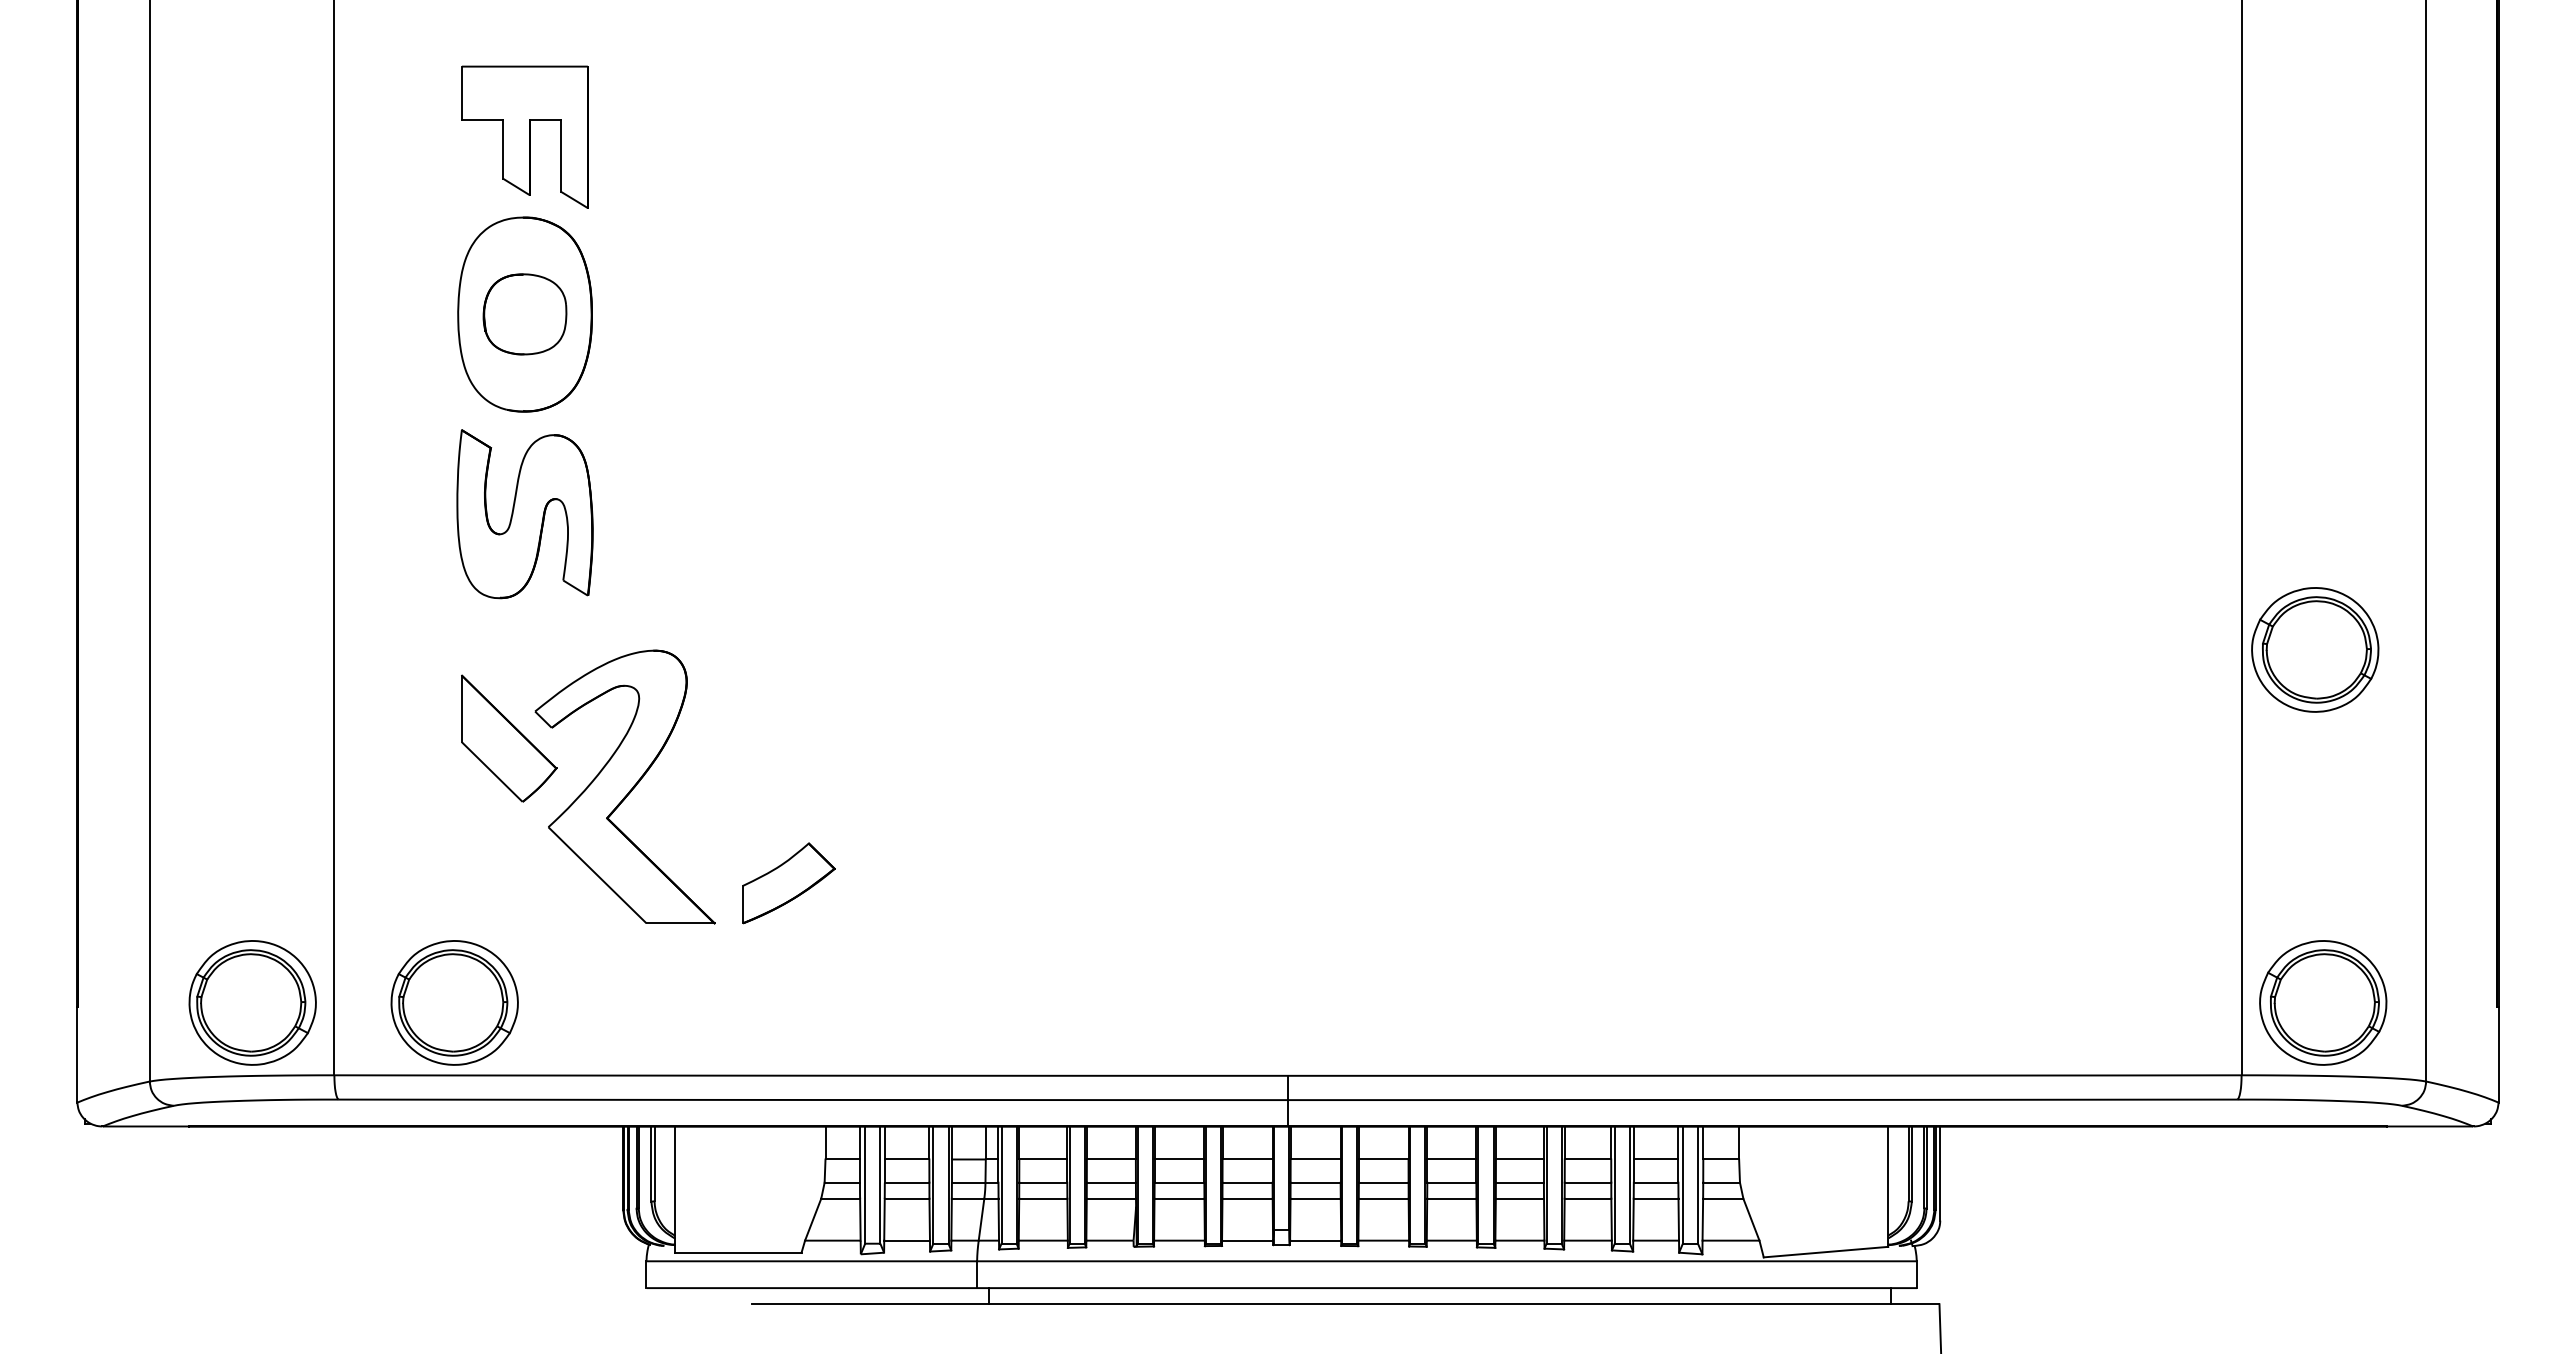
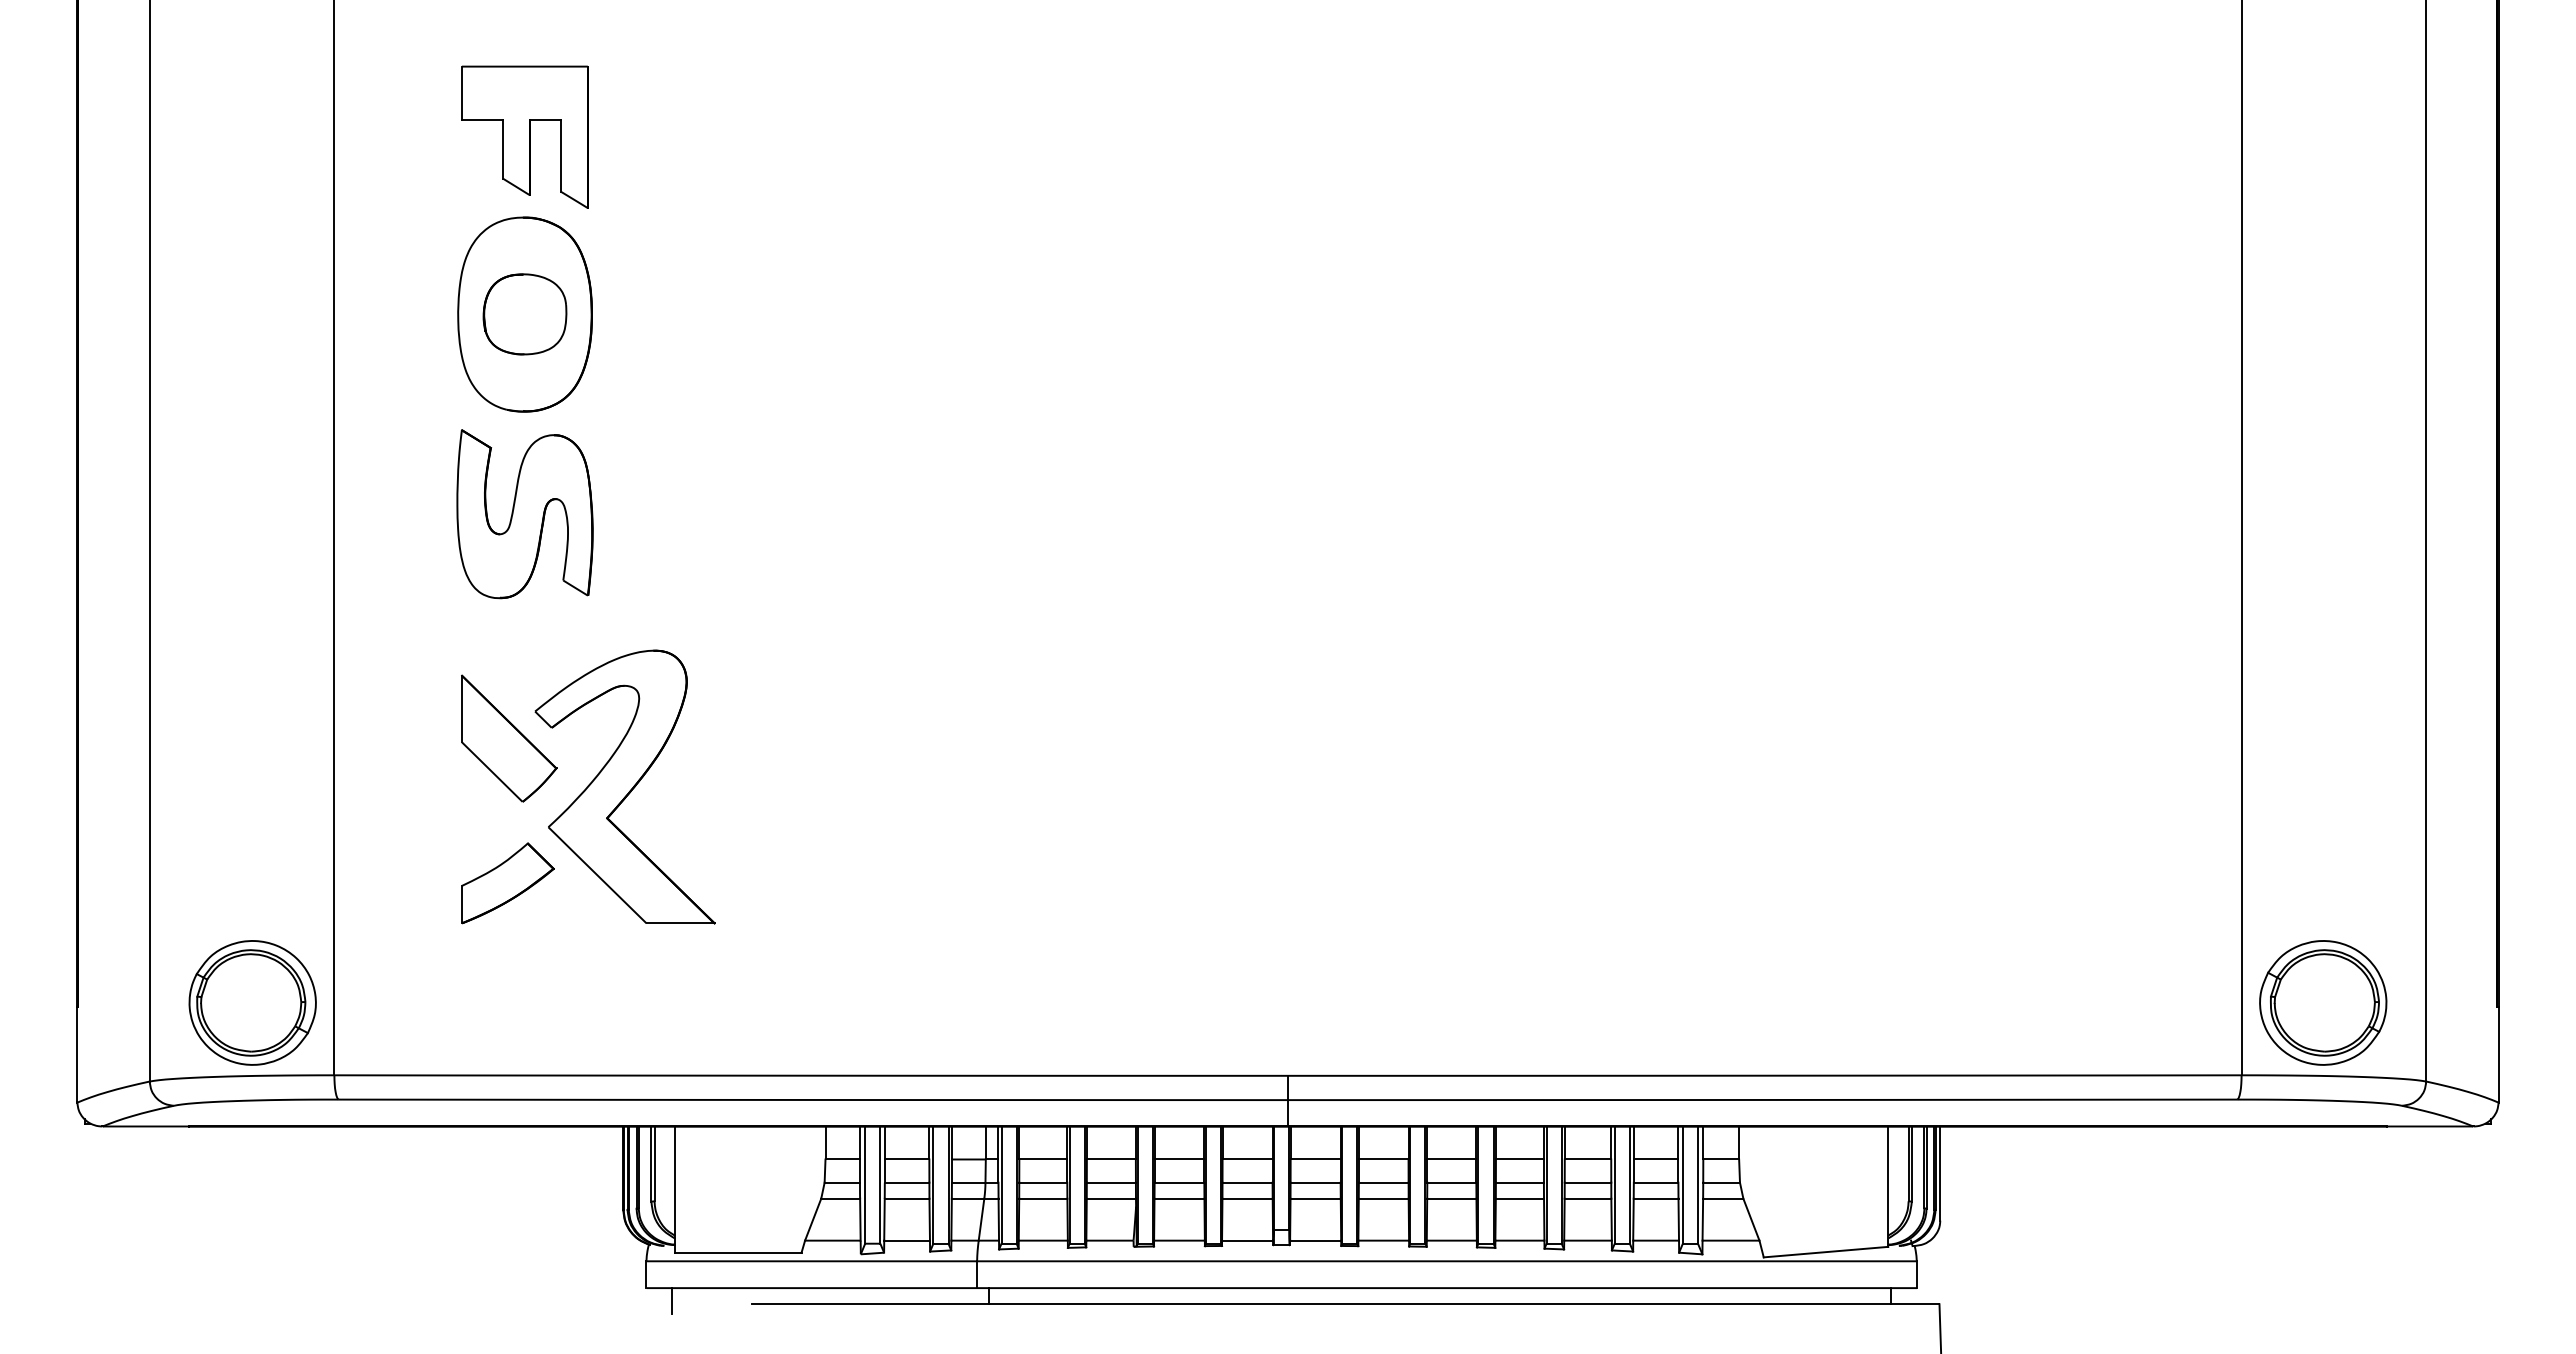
part at (2315, 649): present -> none
part at (788, 883) position: (788, 883) -> (507, 883)
part at (454, 1002): present -> none
line at (672, 1300): none -> present
